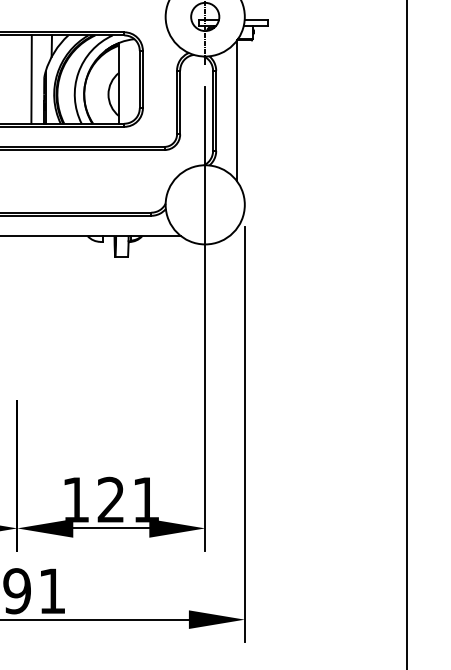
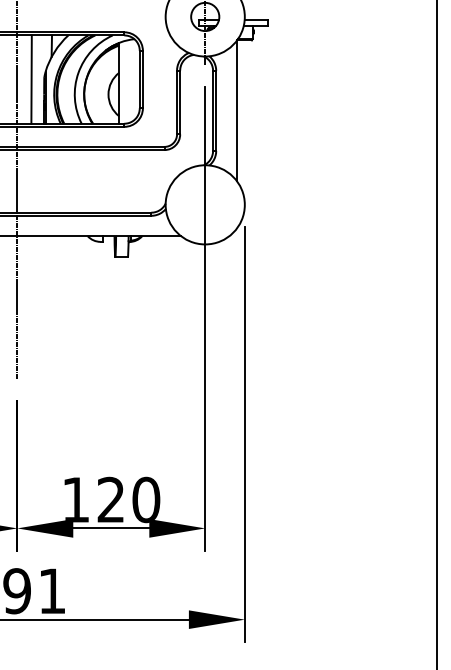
line at (17, 190): none -> present
line at (407, 334) position: (407, 334) -> (437, 334)
text at (146, 499): 121 -> 120
